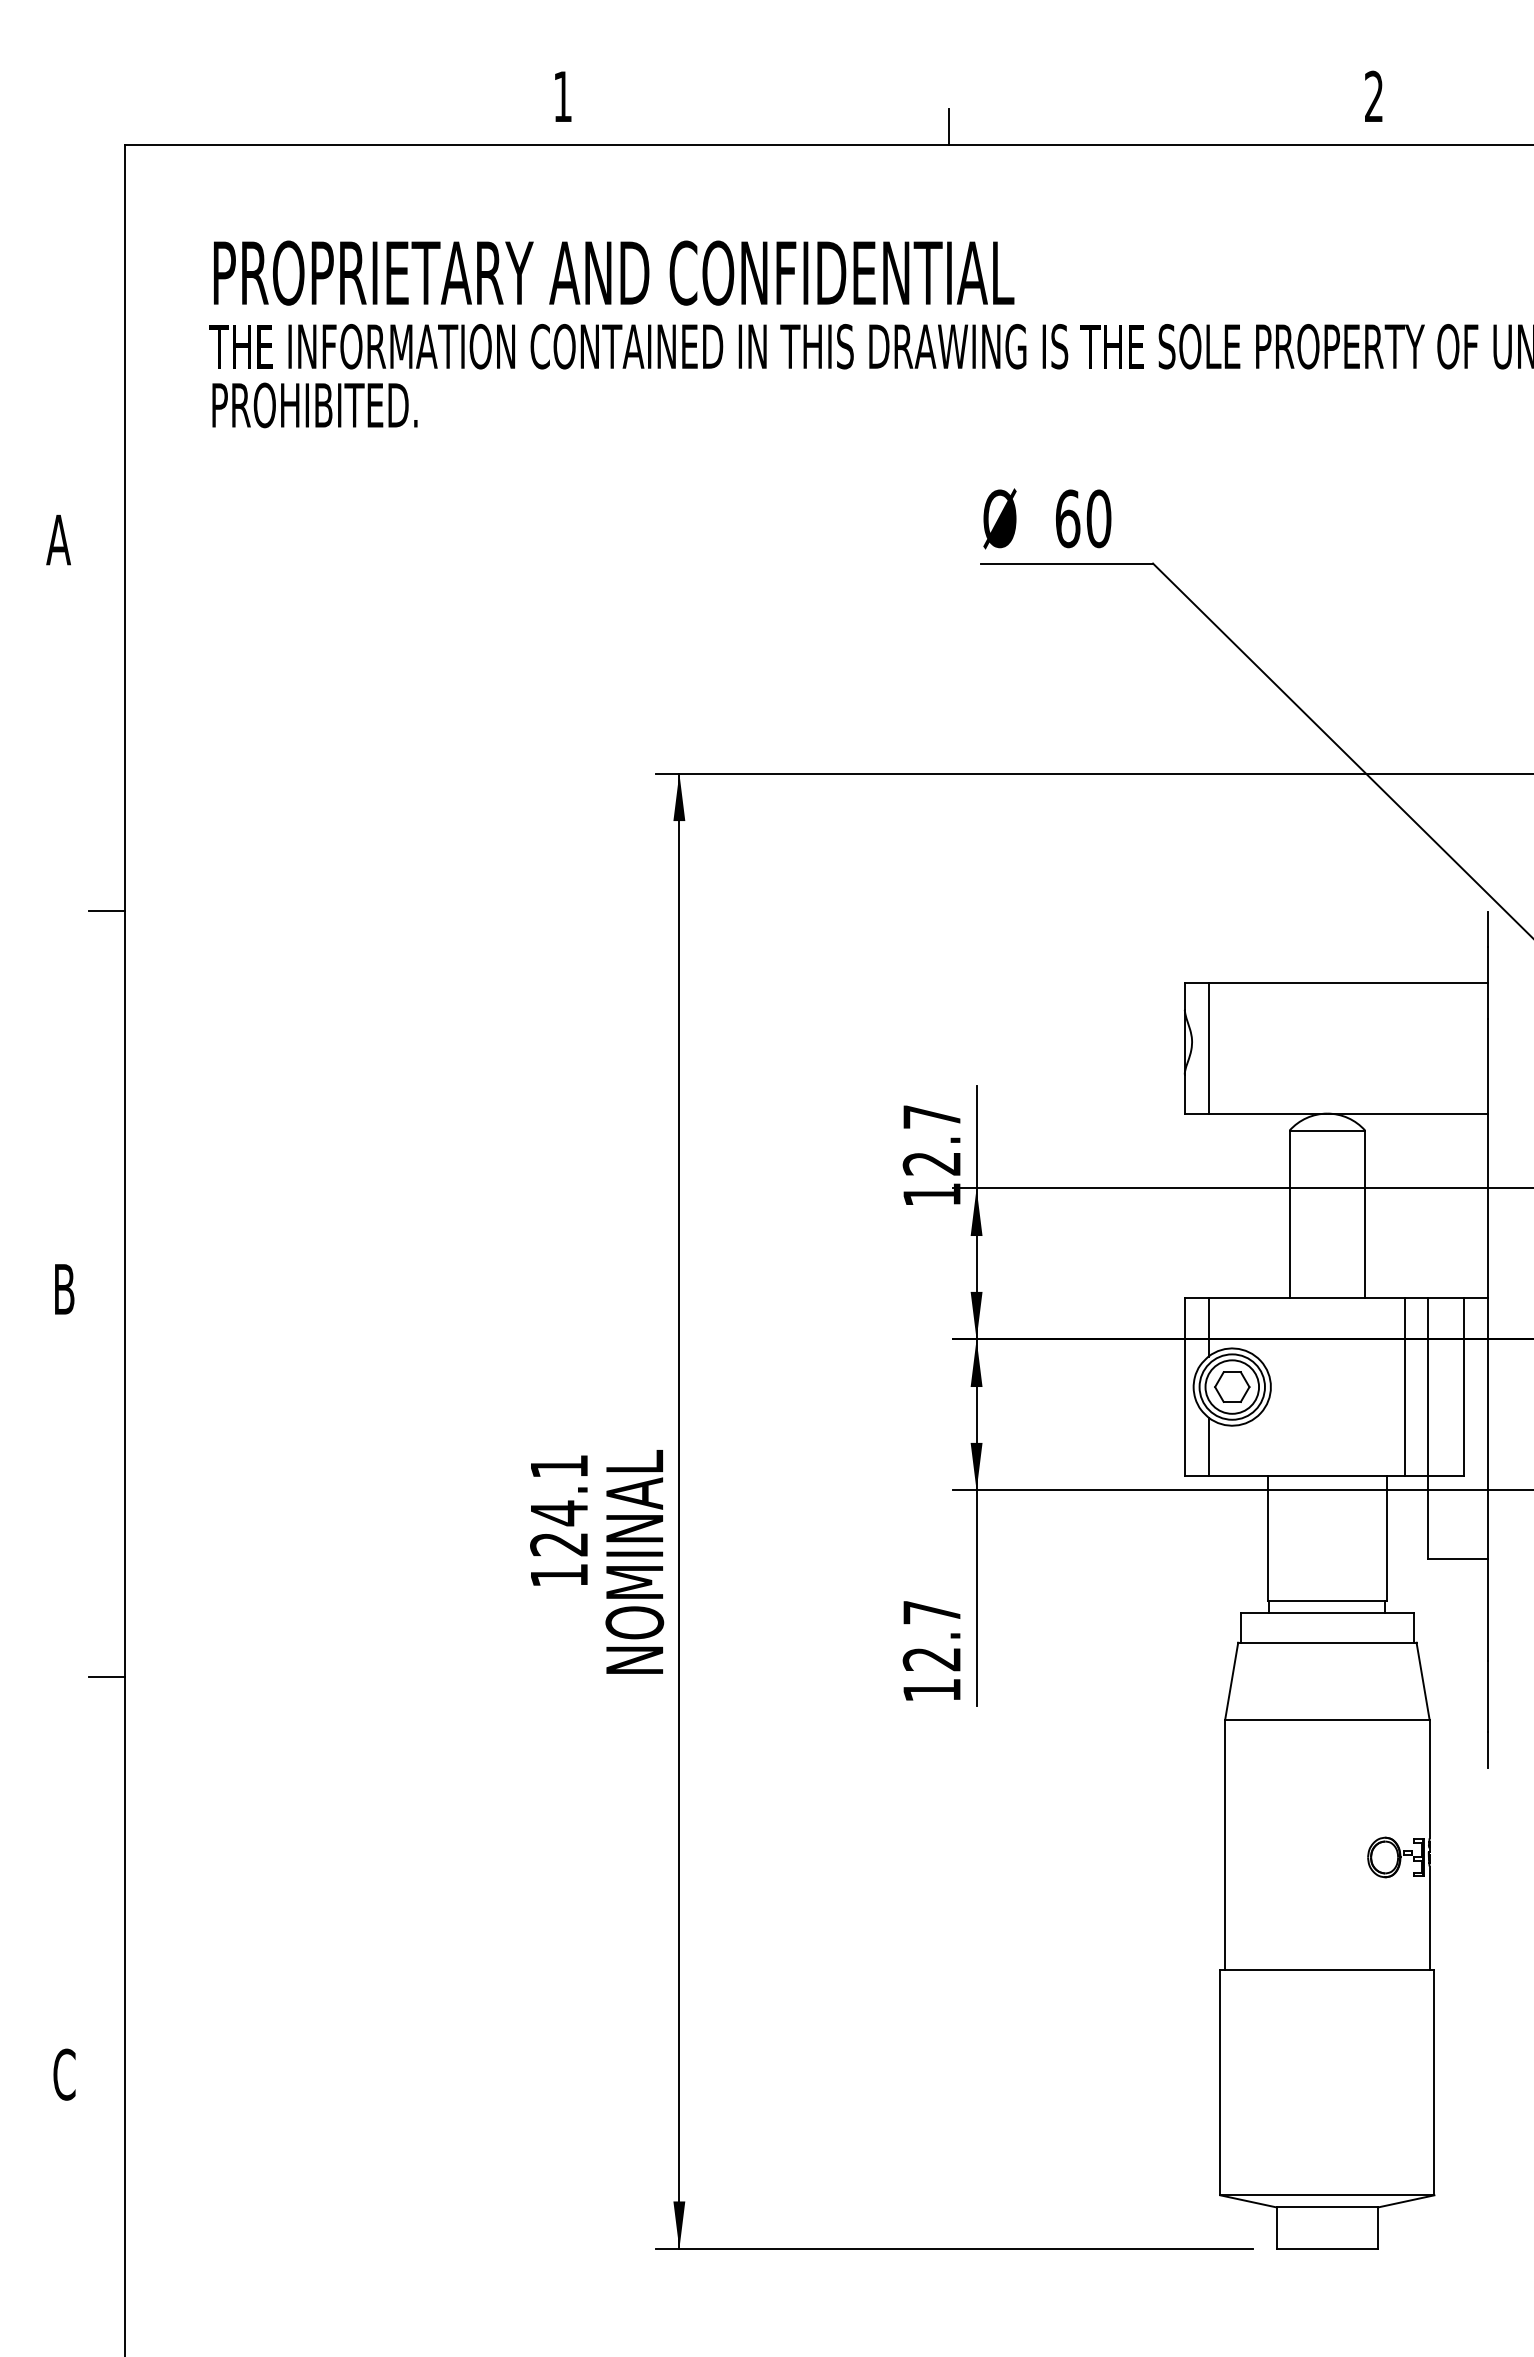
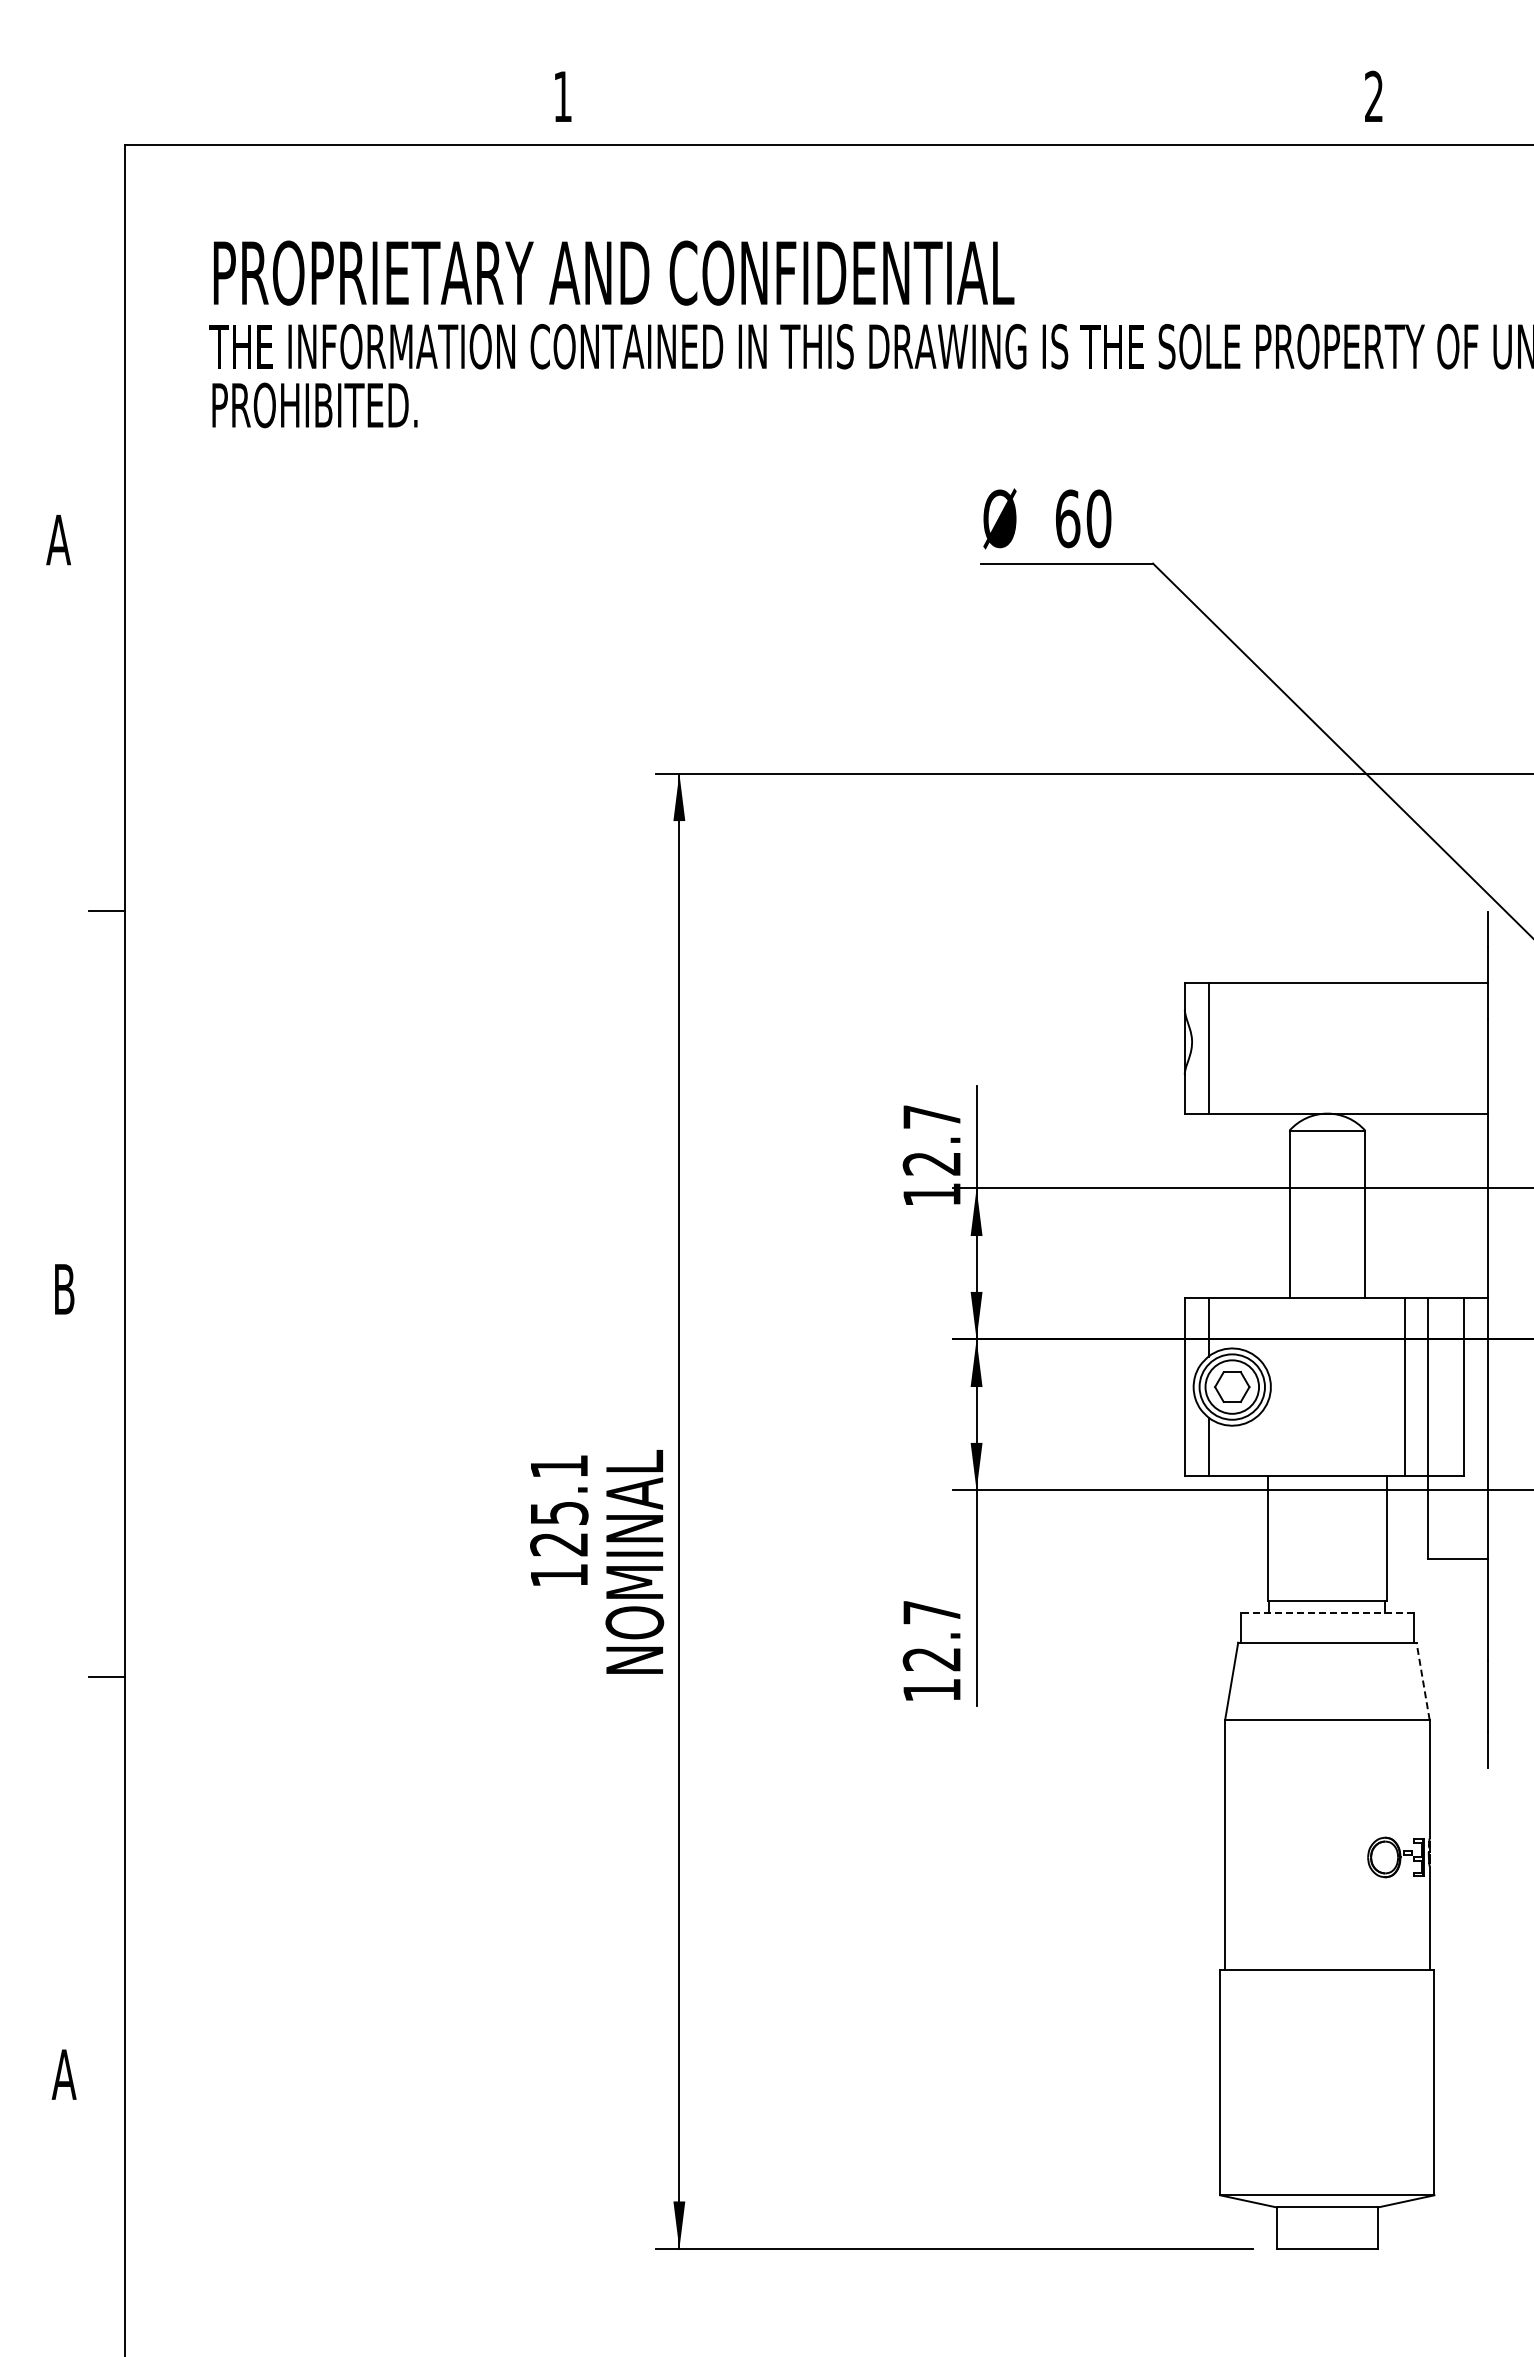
line at (948, 126): present -> none
text at (559, 1513): 124.1 -> 125.1
line at (1327, 1612): solid -> dashed
line at (1423, 1680): solid -> dashed
text at (63, 2074): C -> A
